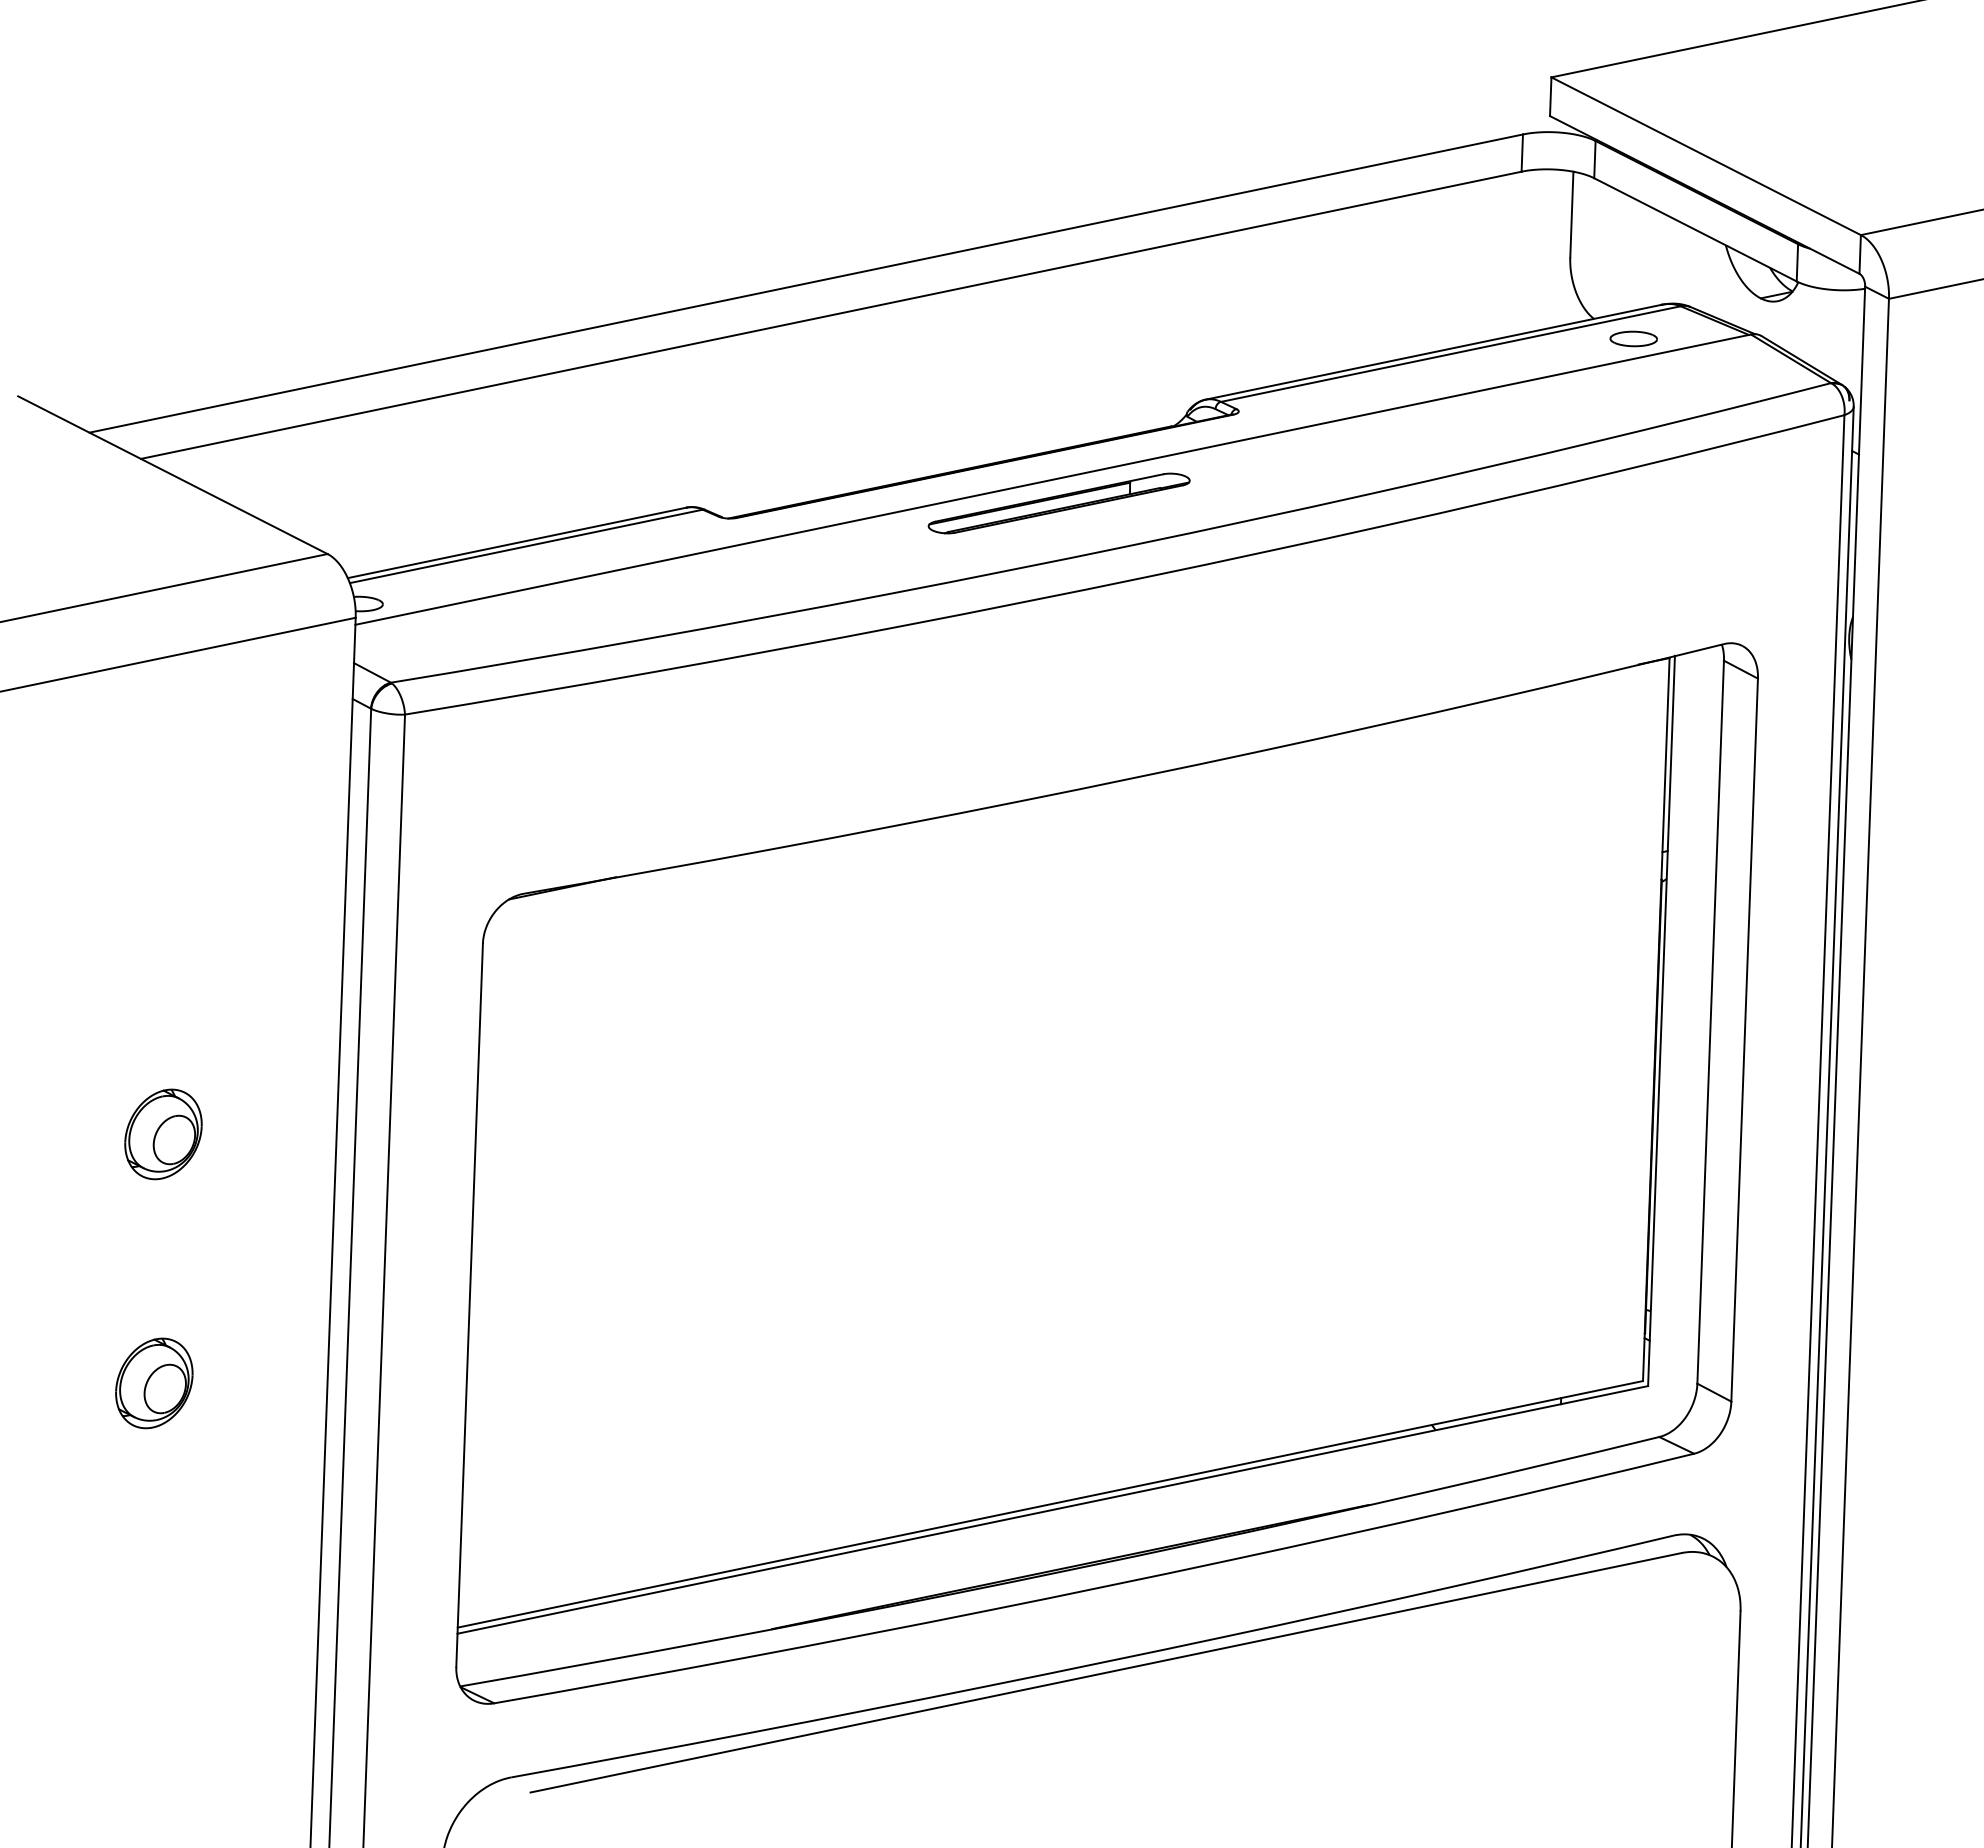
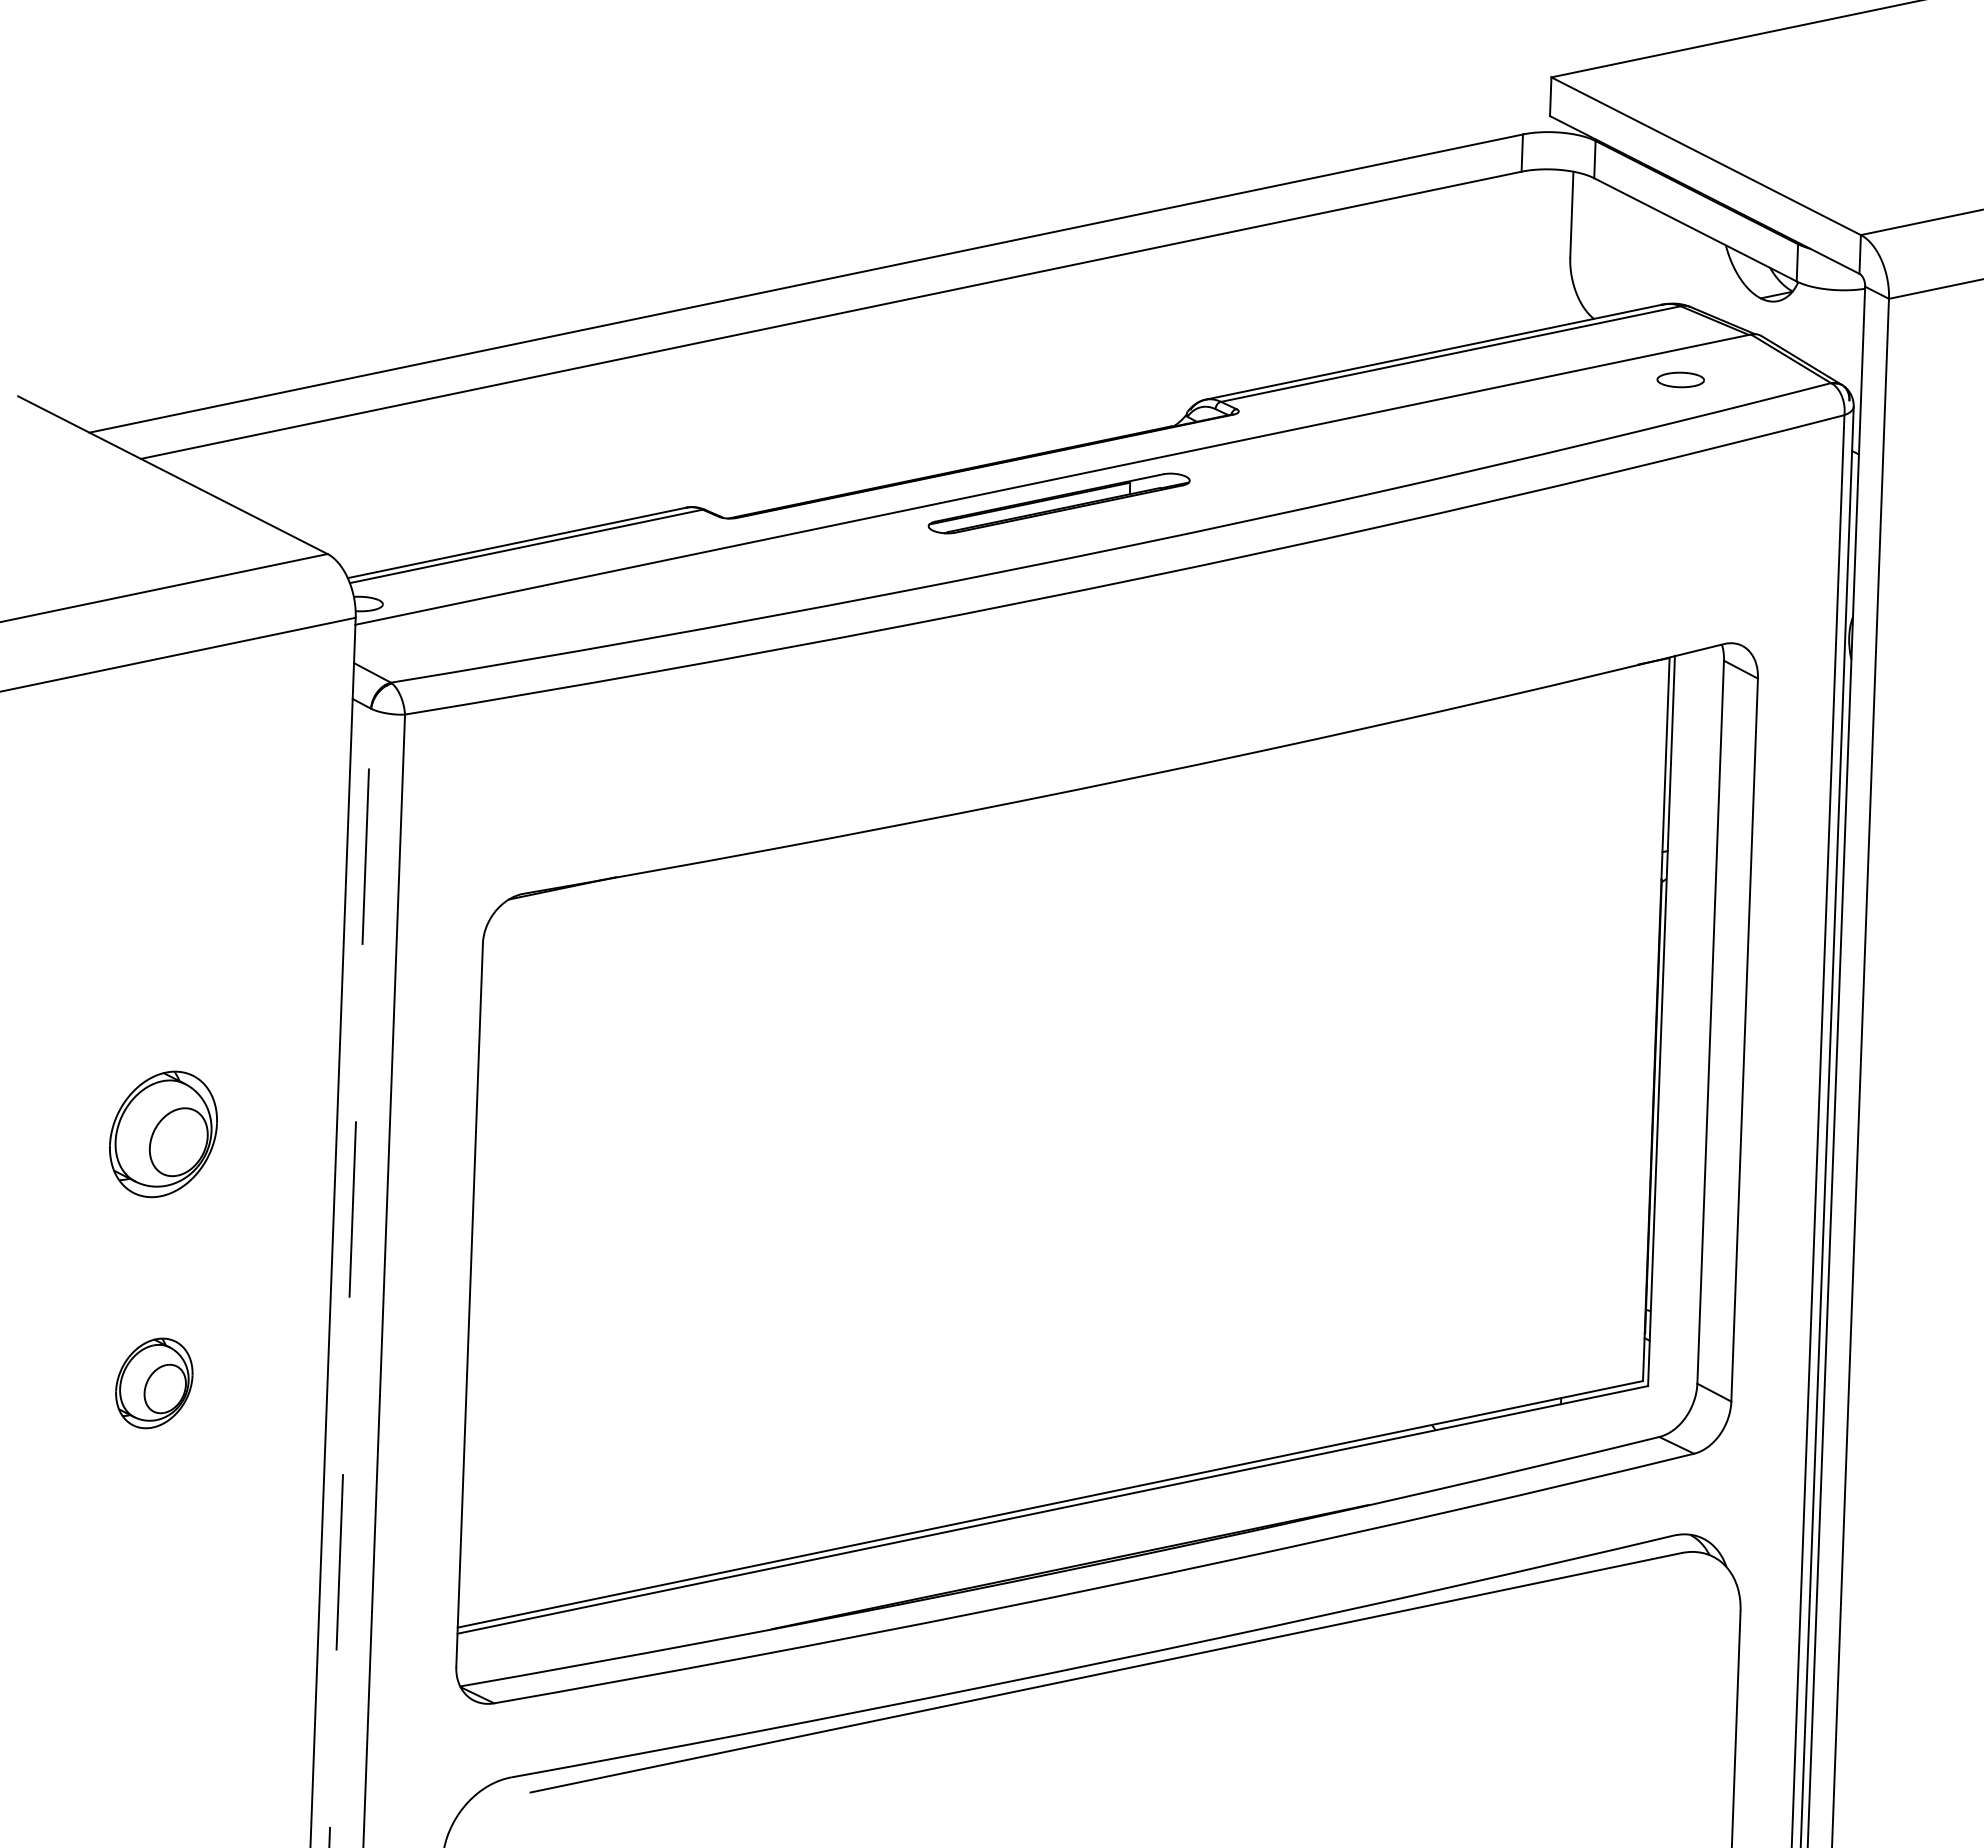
part at (1633, 338) position: (1633, 338) -> (1680, 379)
part at (163, 1134) size: 79x93 px -> 109x129 px
line at (350, 1278): solid -> dashed
